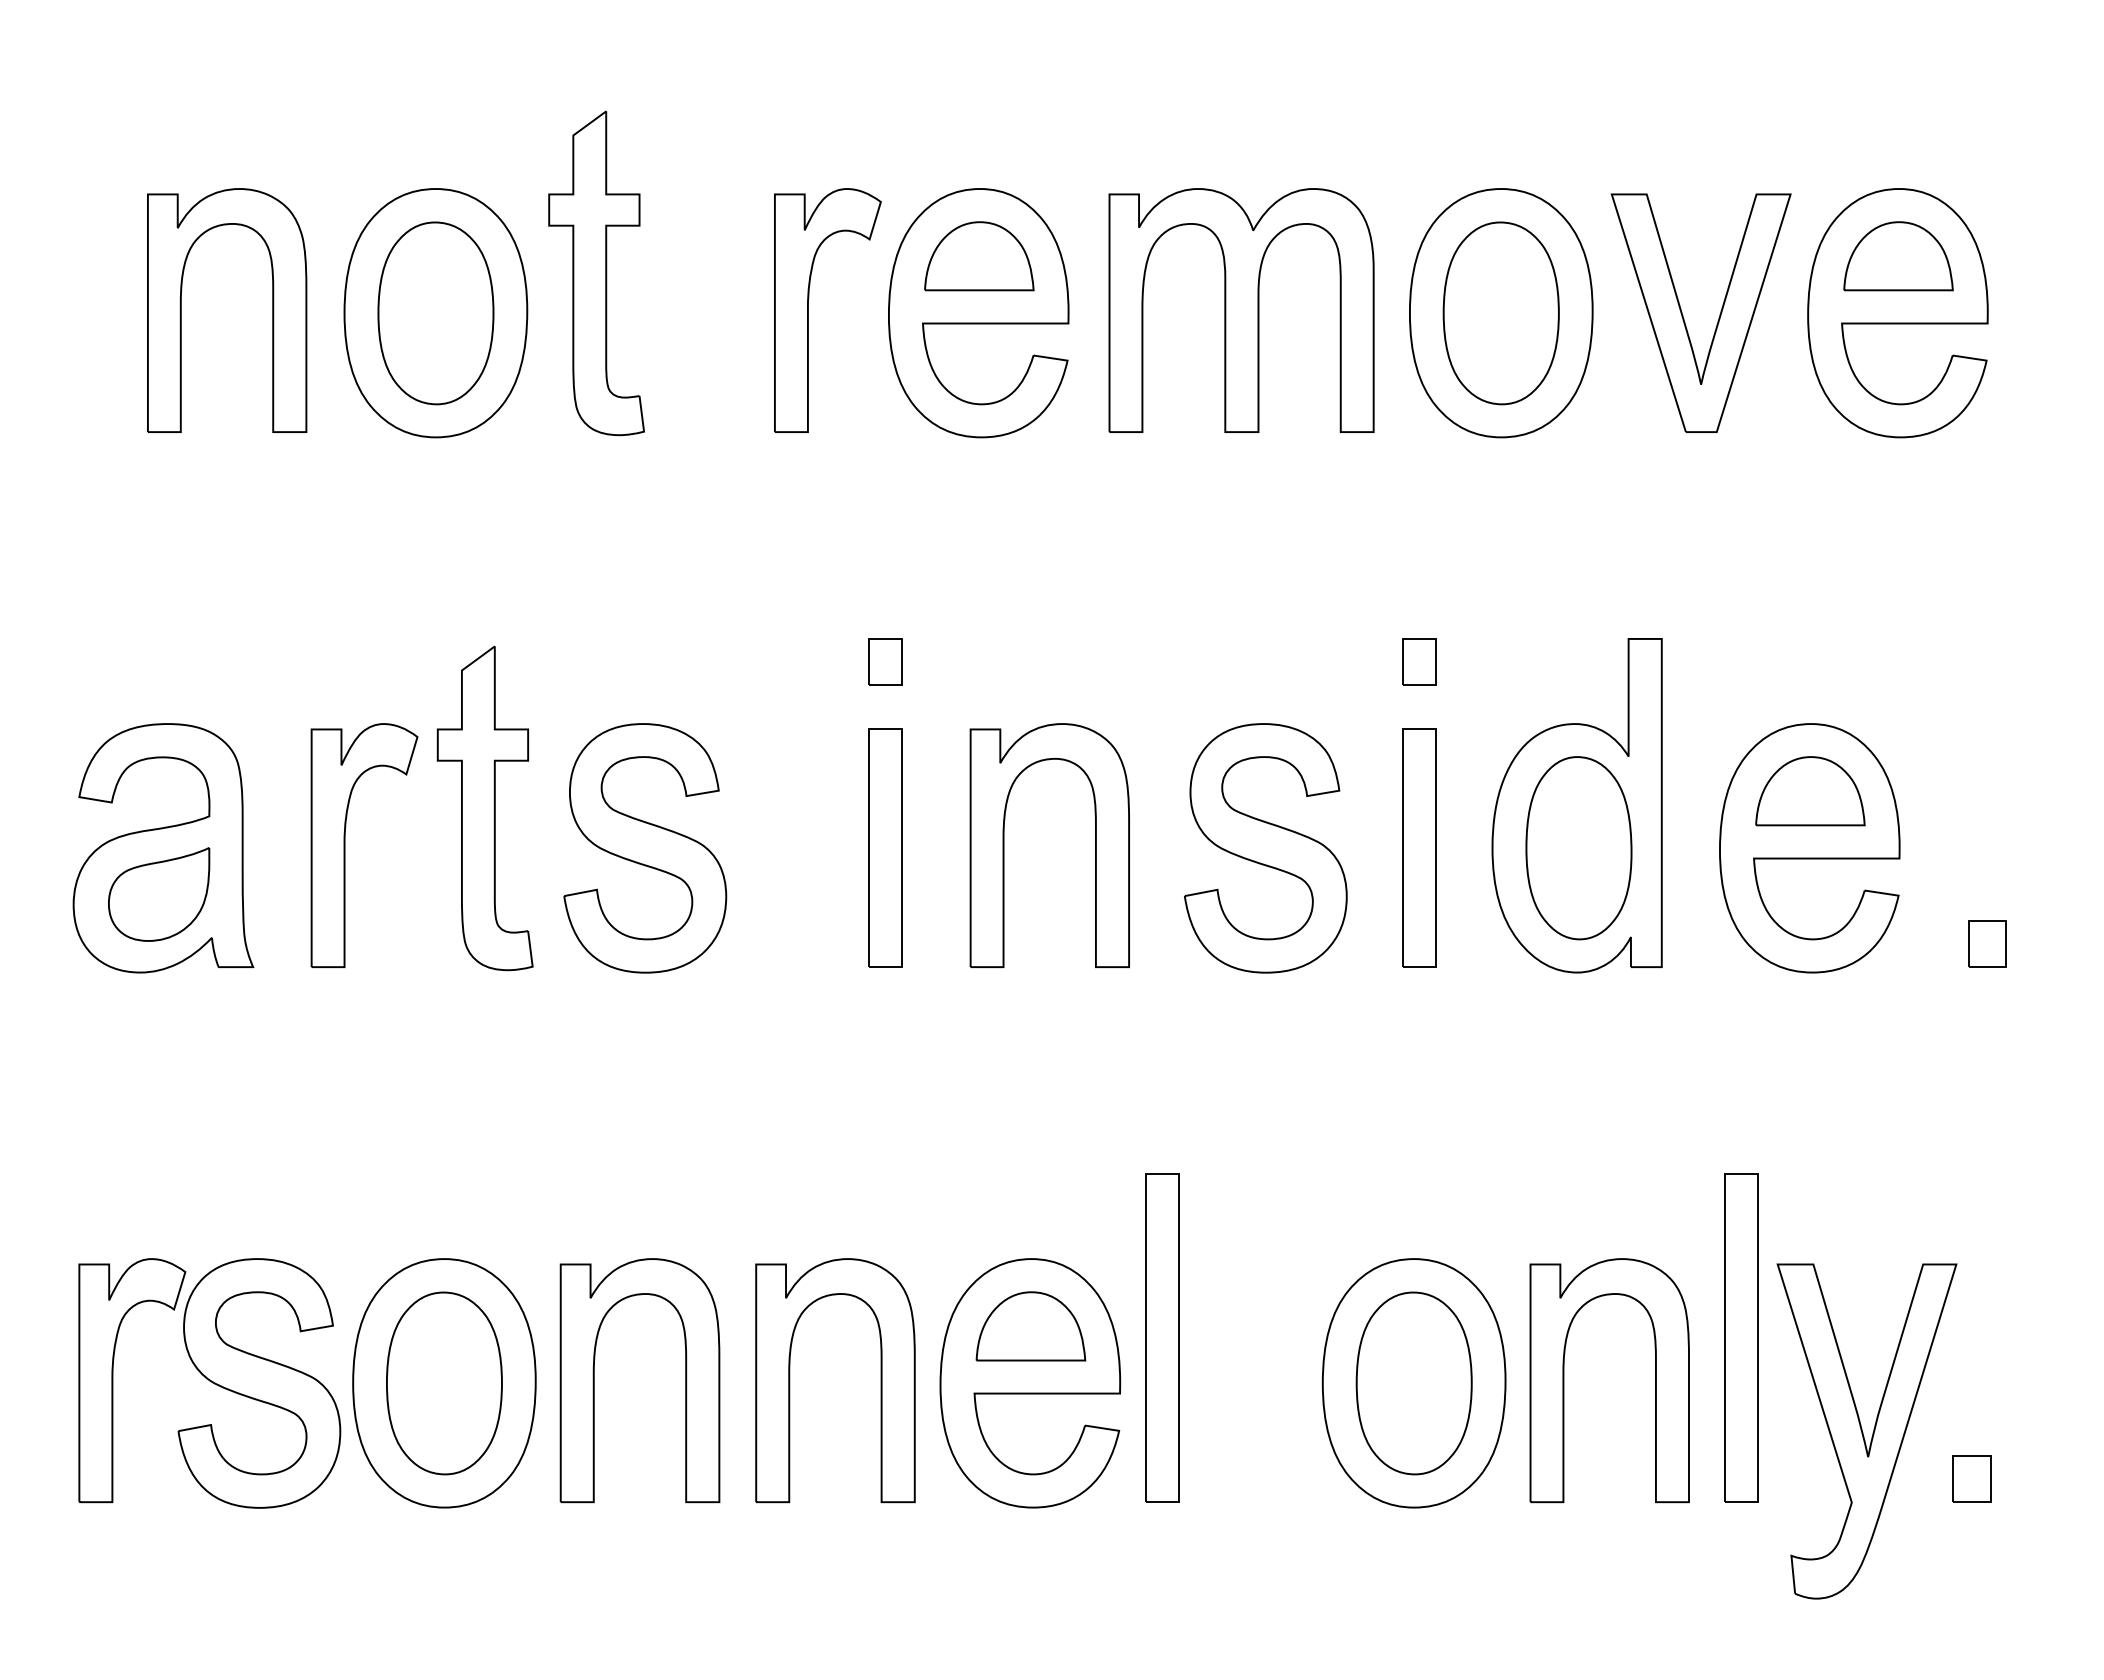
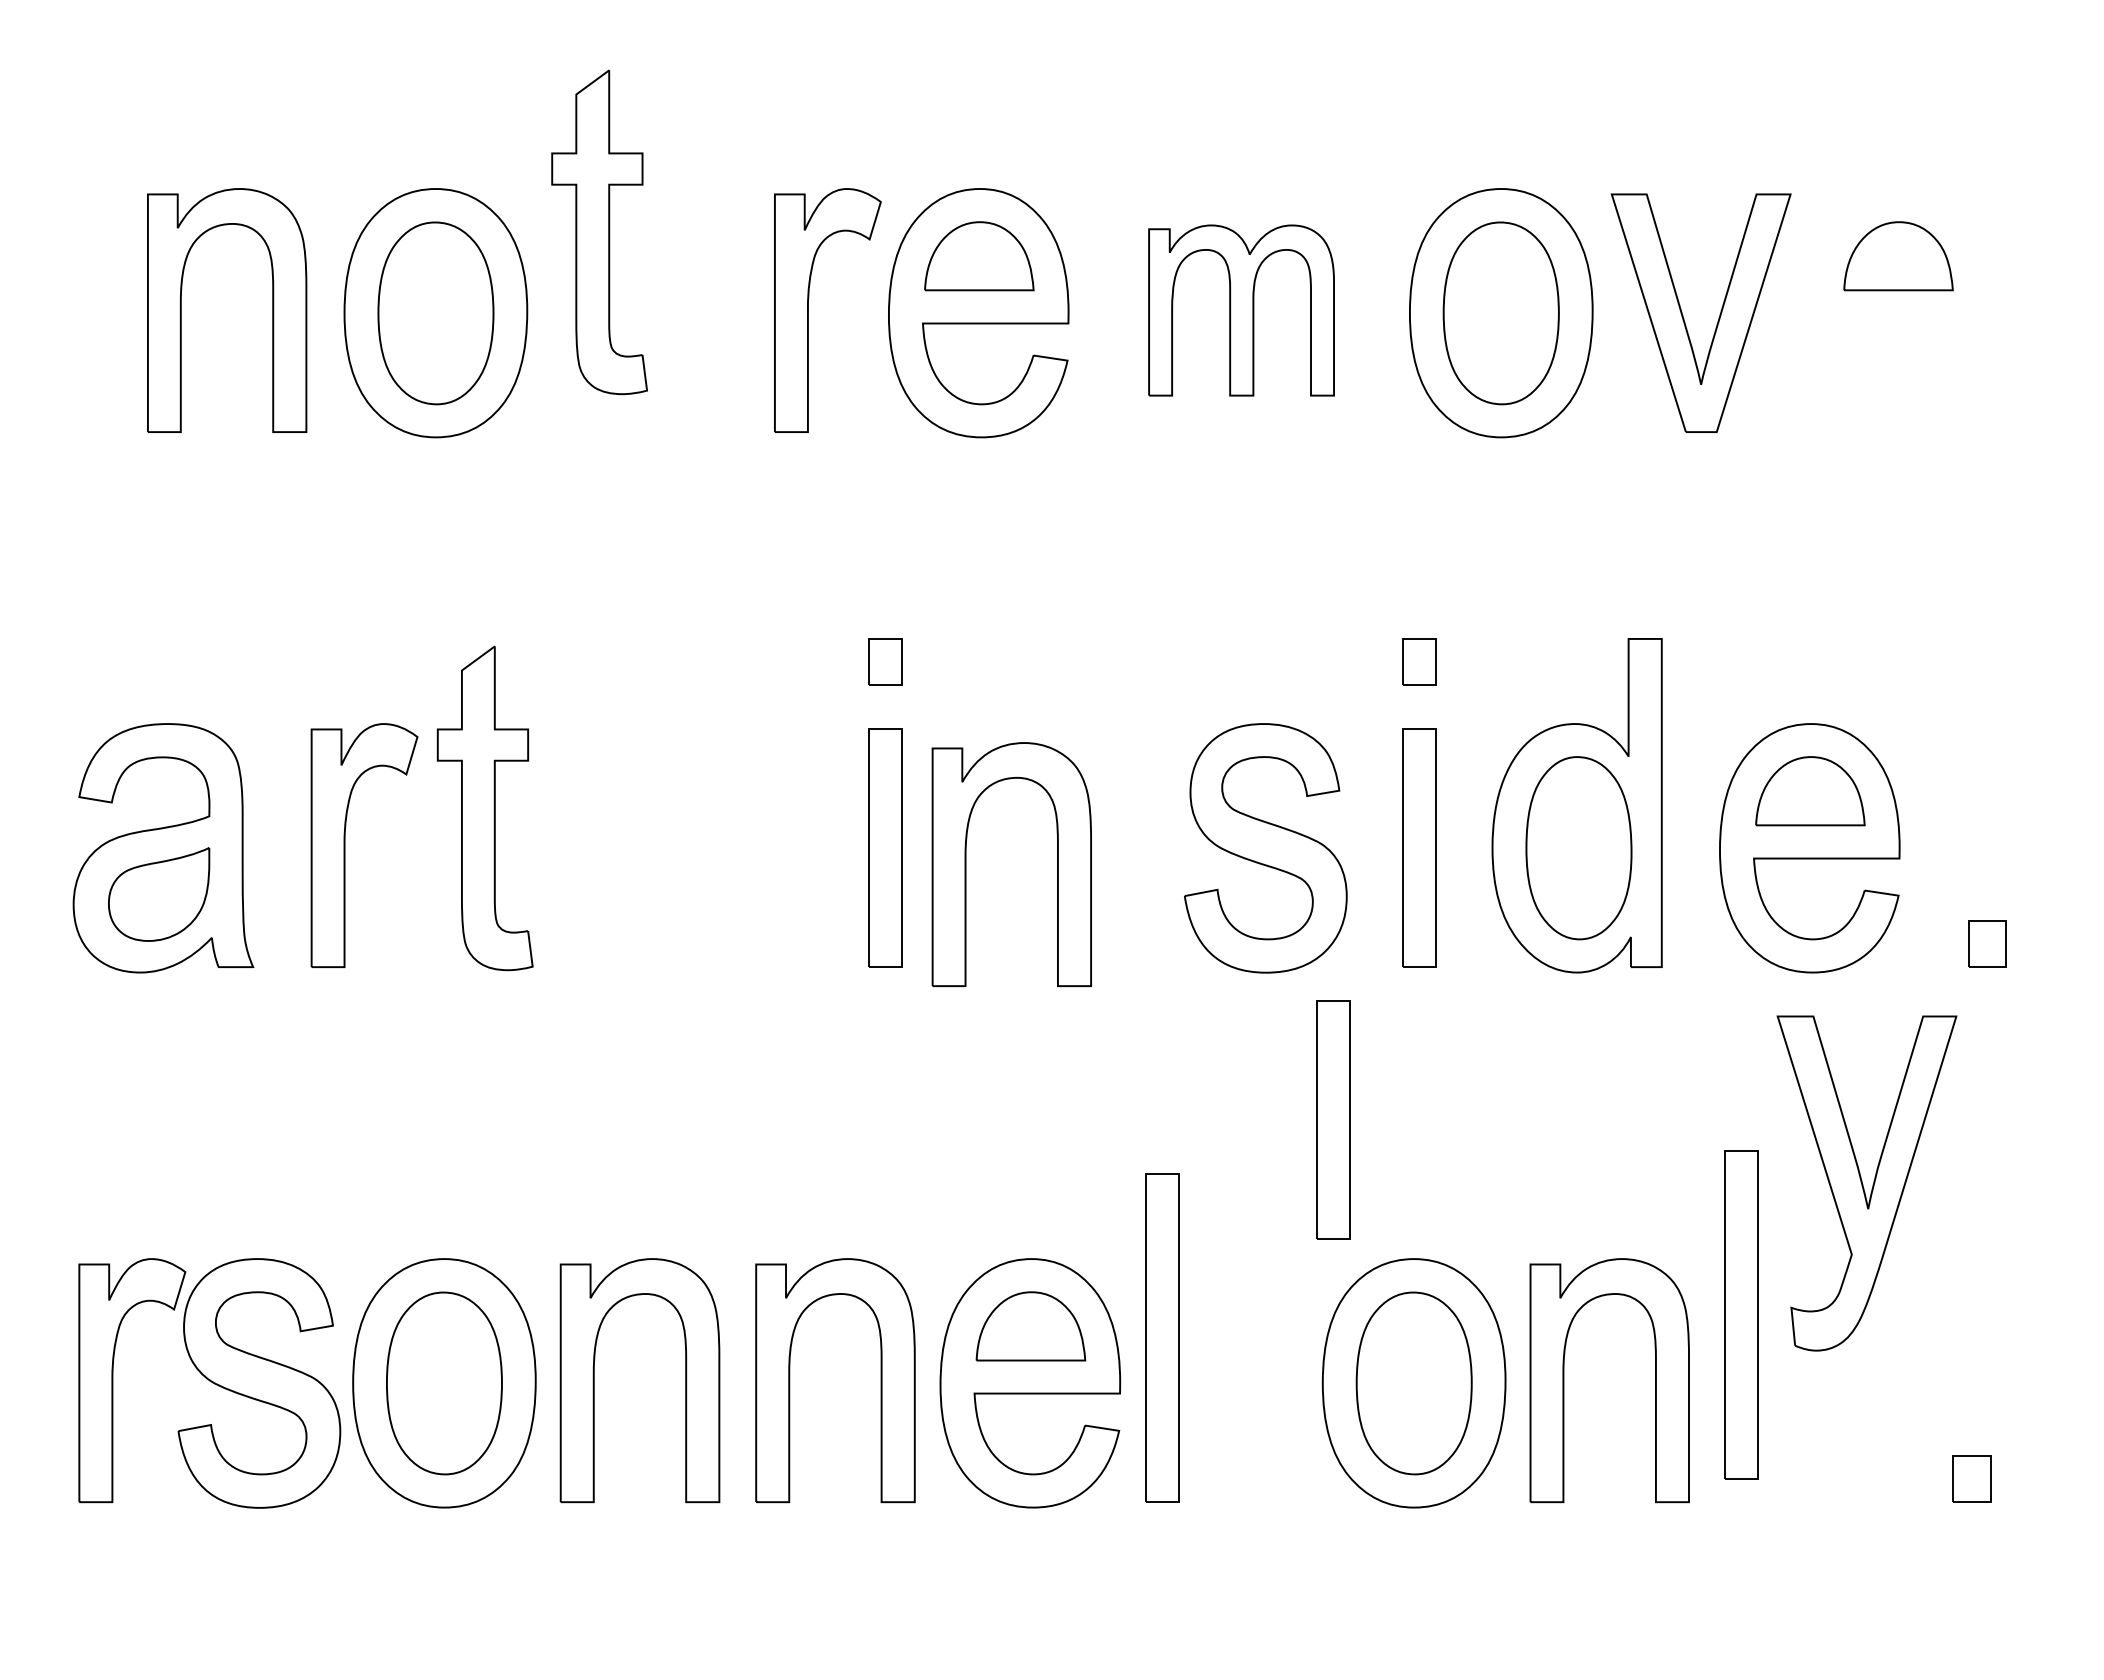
part at (596, 273) position: (596, 273) -> (599, 232)
part at (1241, 310) size: 267x245 px -> 187x173 px
part at (1897, 313): present -> none
part at (1004, 845) position: (1004, 845) -> (966, 864)
part at (645, 848): present -> none
part at (1333, 1119): none -> present
part at (1741, 1337) position: (1741, 1337) -> (1741, 1314)
part at (1866, 1431) position: (1866, 1431) -> (1866, 1183)
